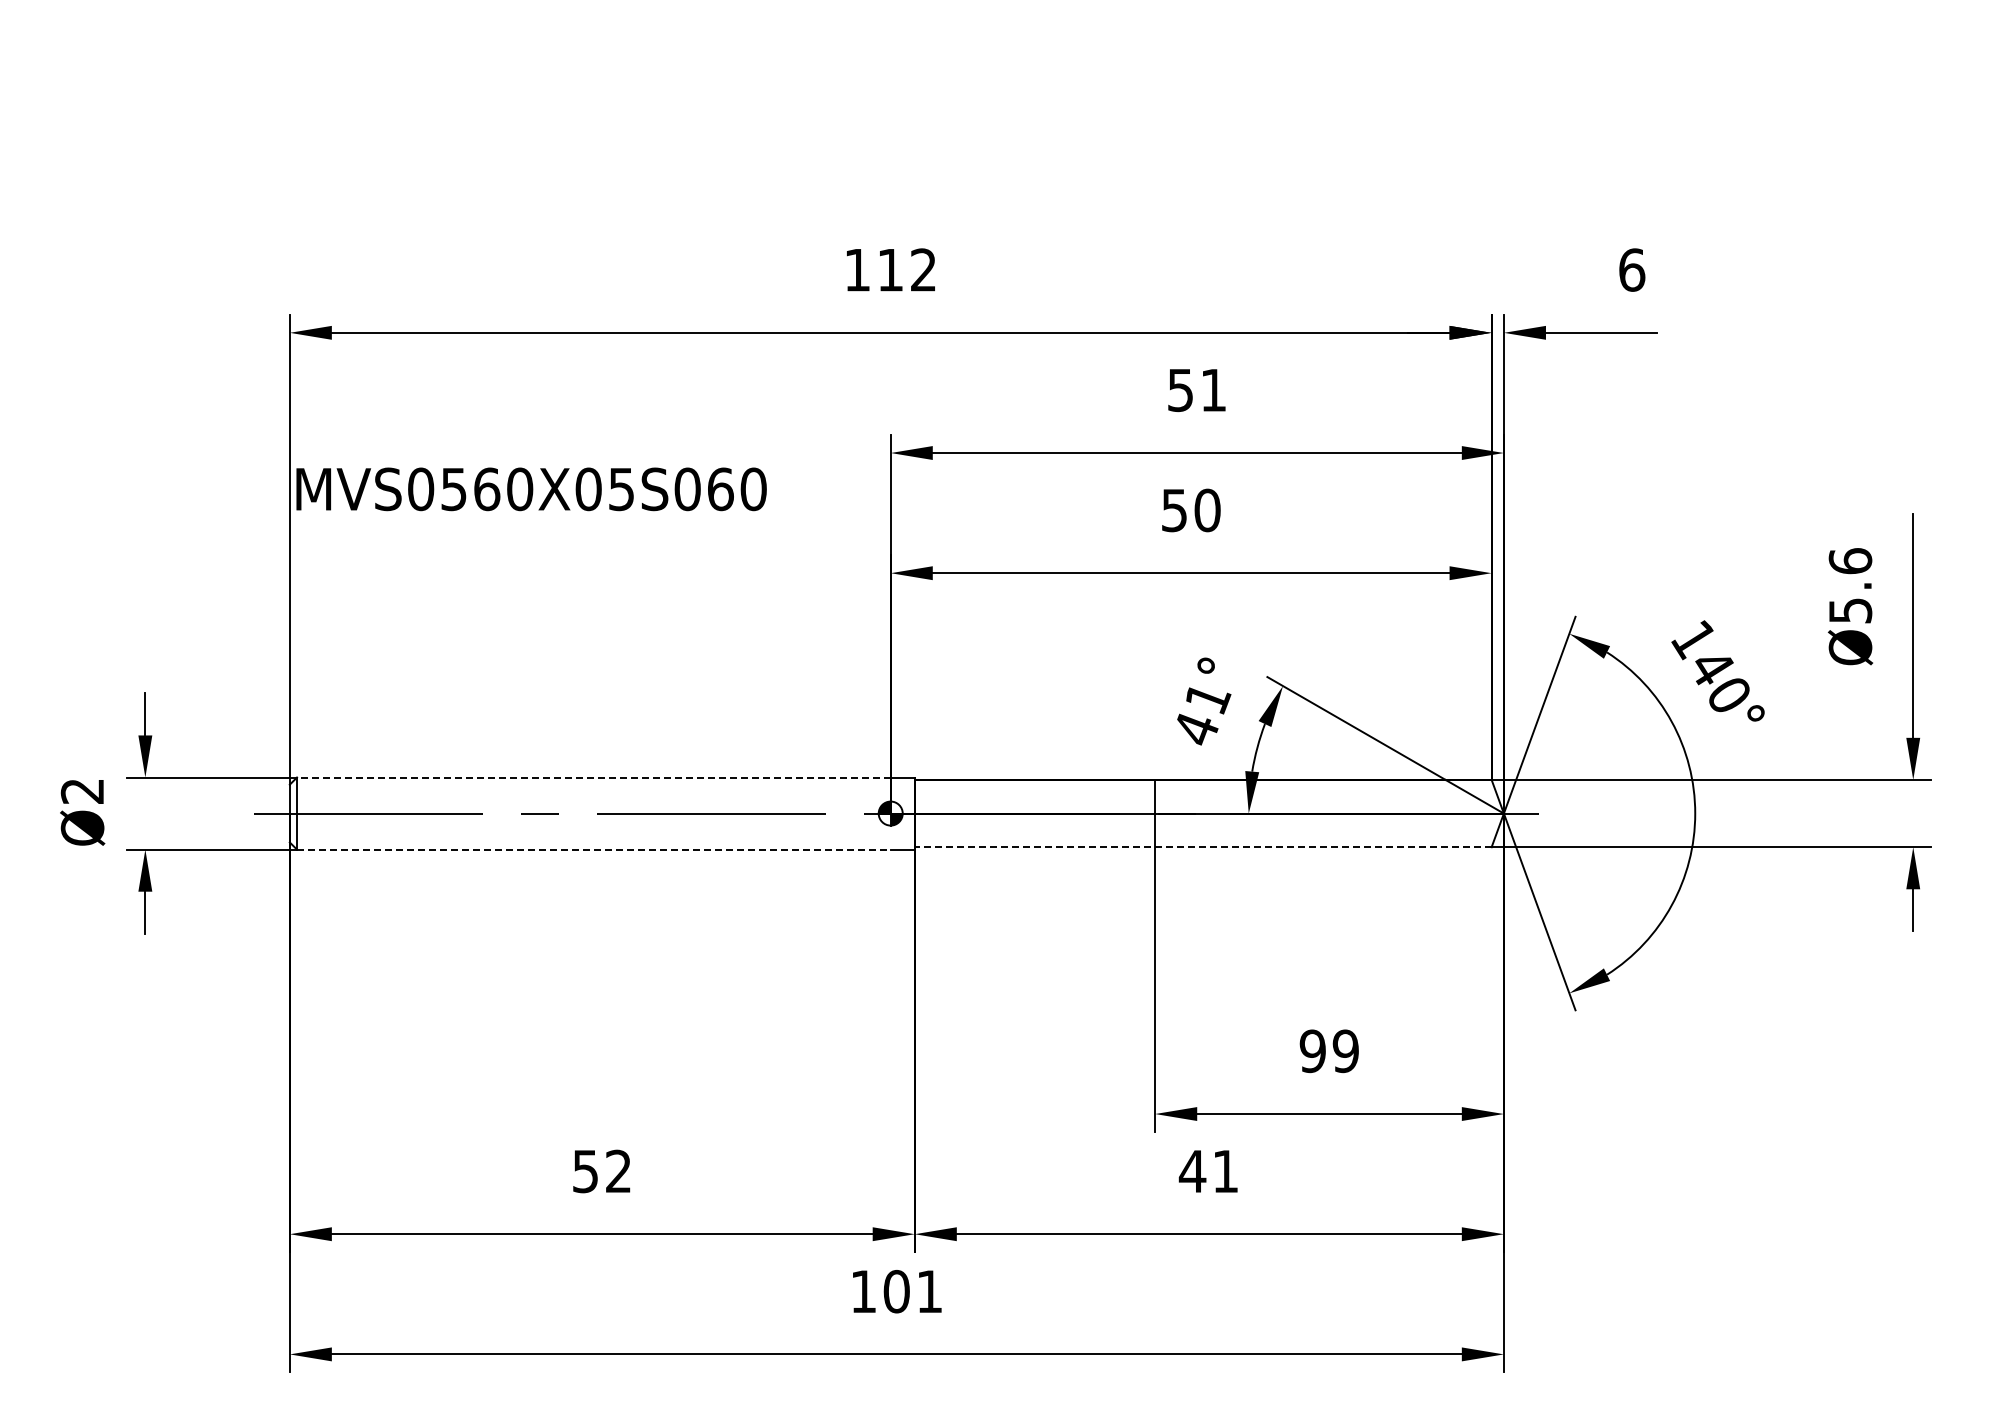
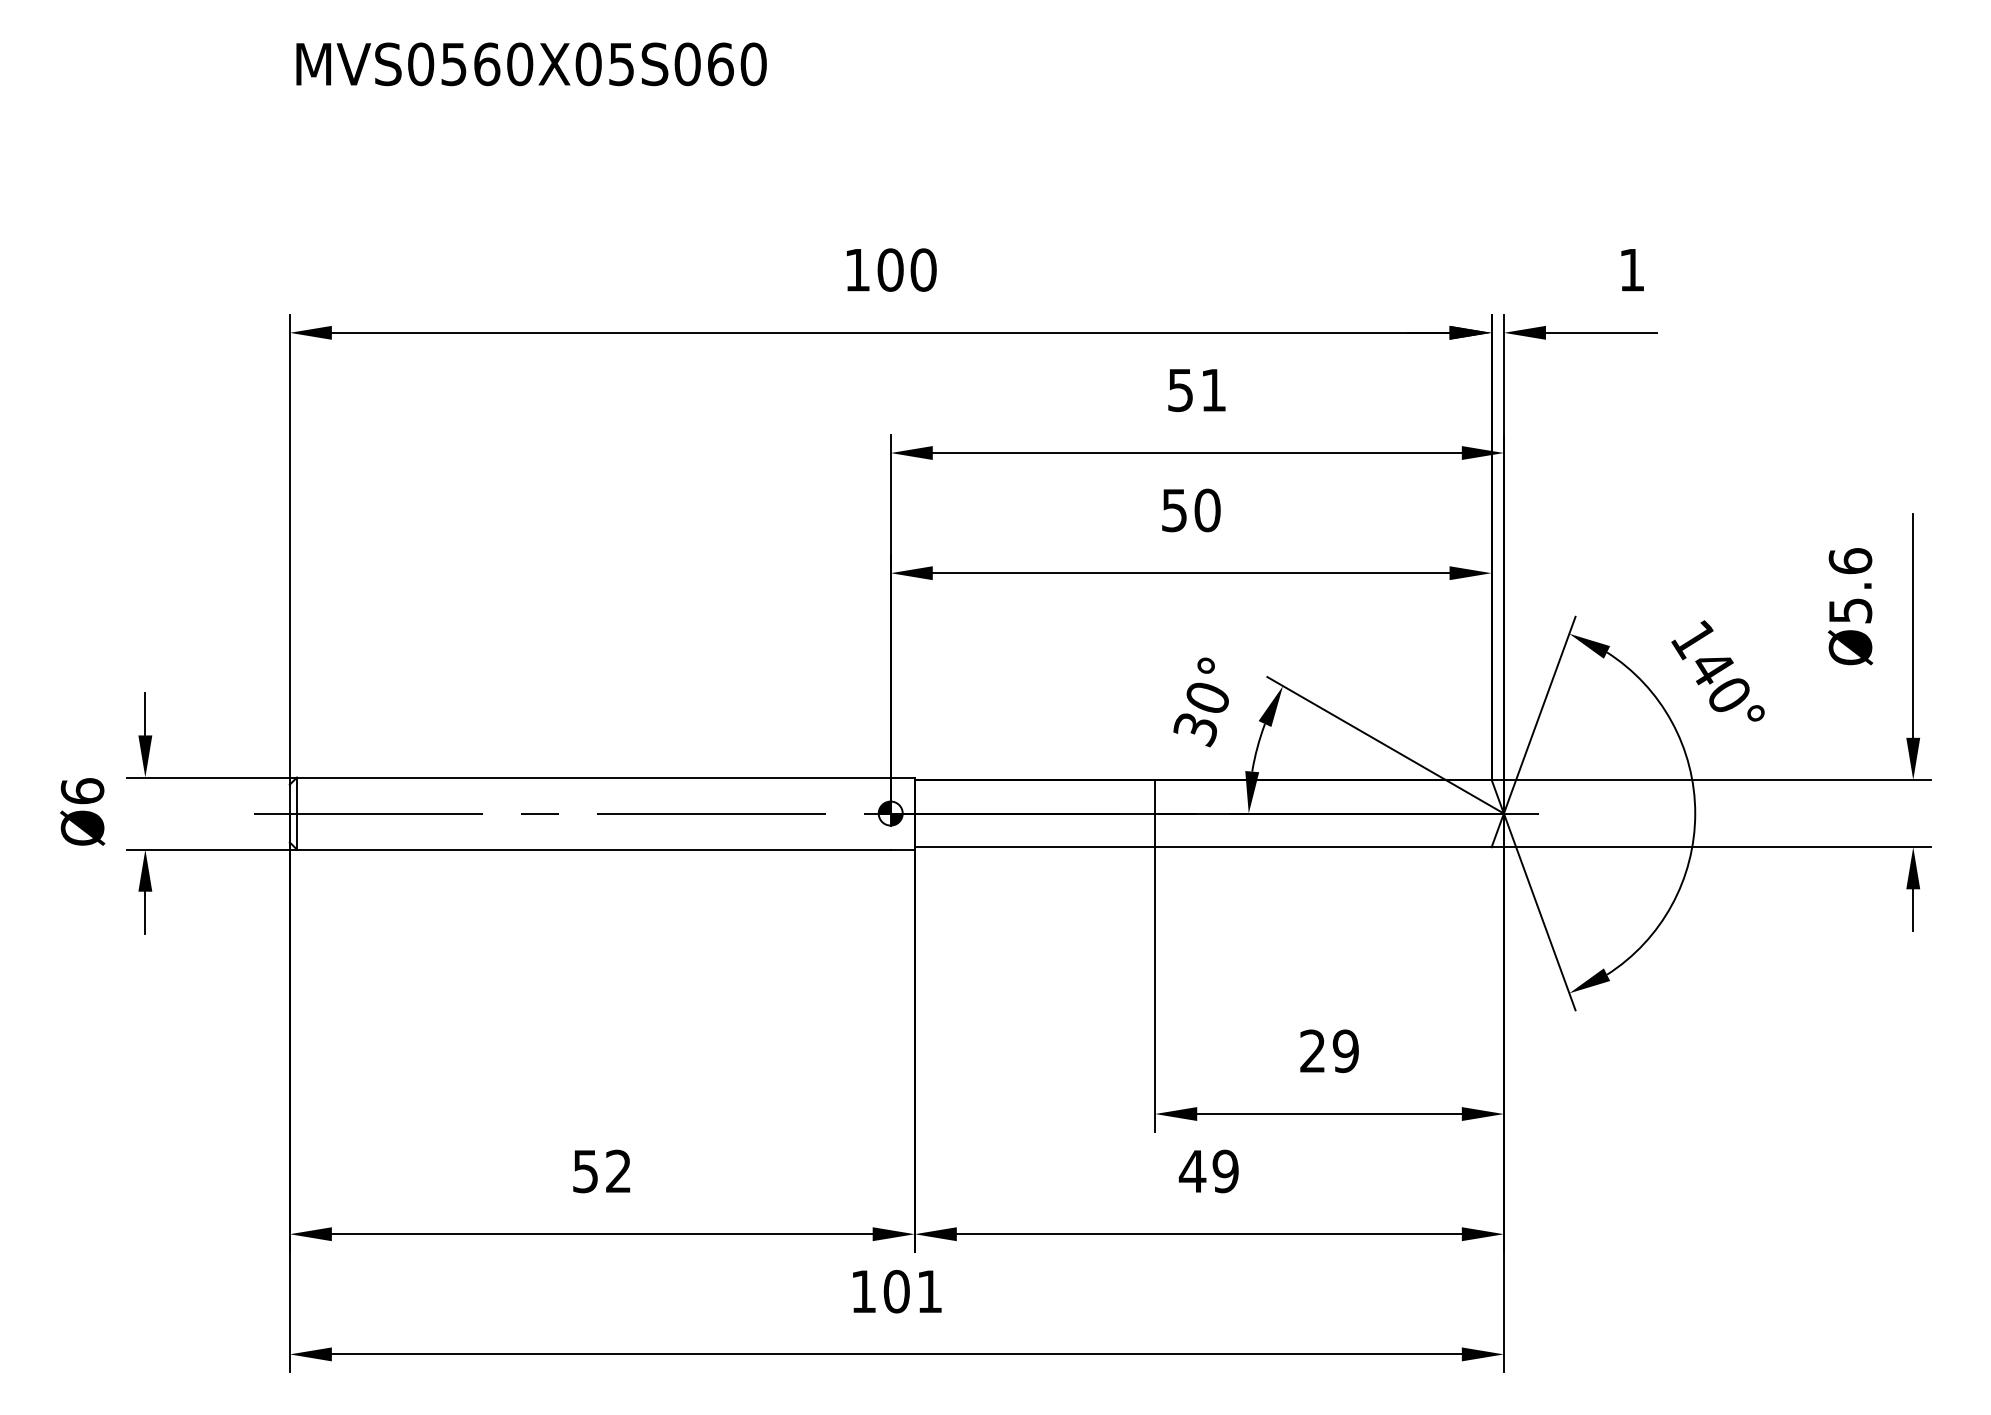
text at (906, 269): 112 -> 100
text at (1632, 269): 6 -> 1
text at (531, 489) position: (531, 489) -> (531, 64)
text at (1202, 714): 41° -> 30°
line at (593, 777): dashed -> solid
text at (82, 791): Ø2 -> Ø6
line at (1202, 847): dashed -> solid
line at (593, 849): dashed -> solid
text at (1312, 1051): 99 -> 29
text at (1225, 1171): 41 -> 49
